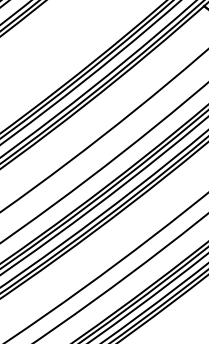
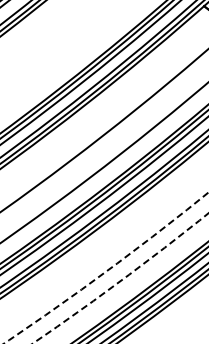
arc at (107, 270): solid -> dashed
arc at (122, 279): solid -> dashed
